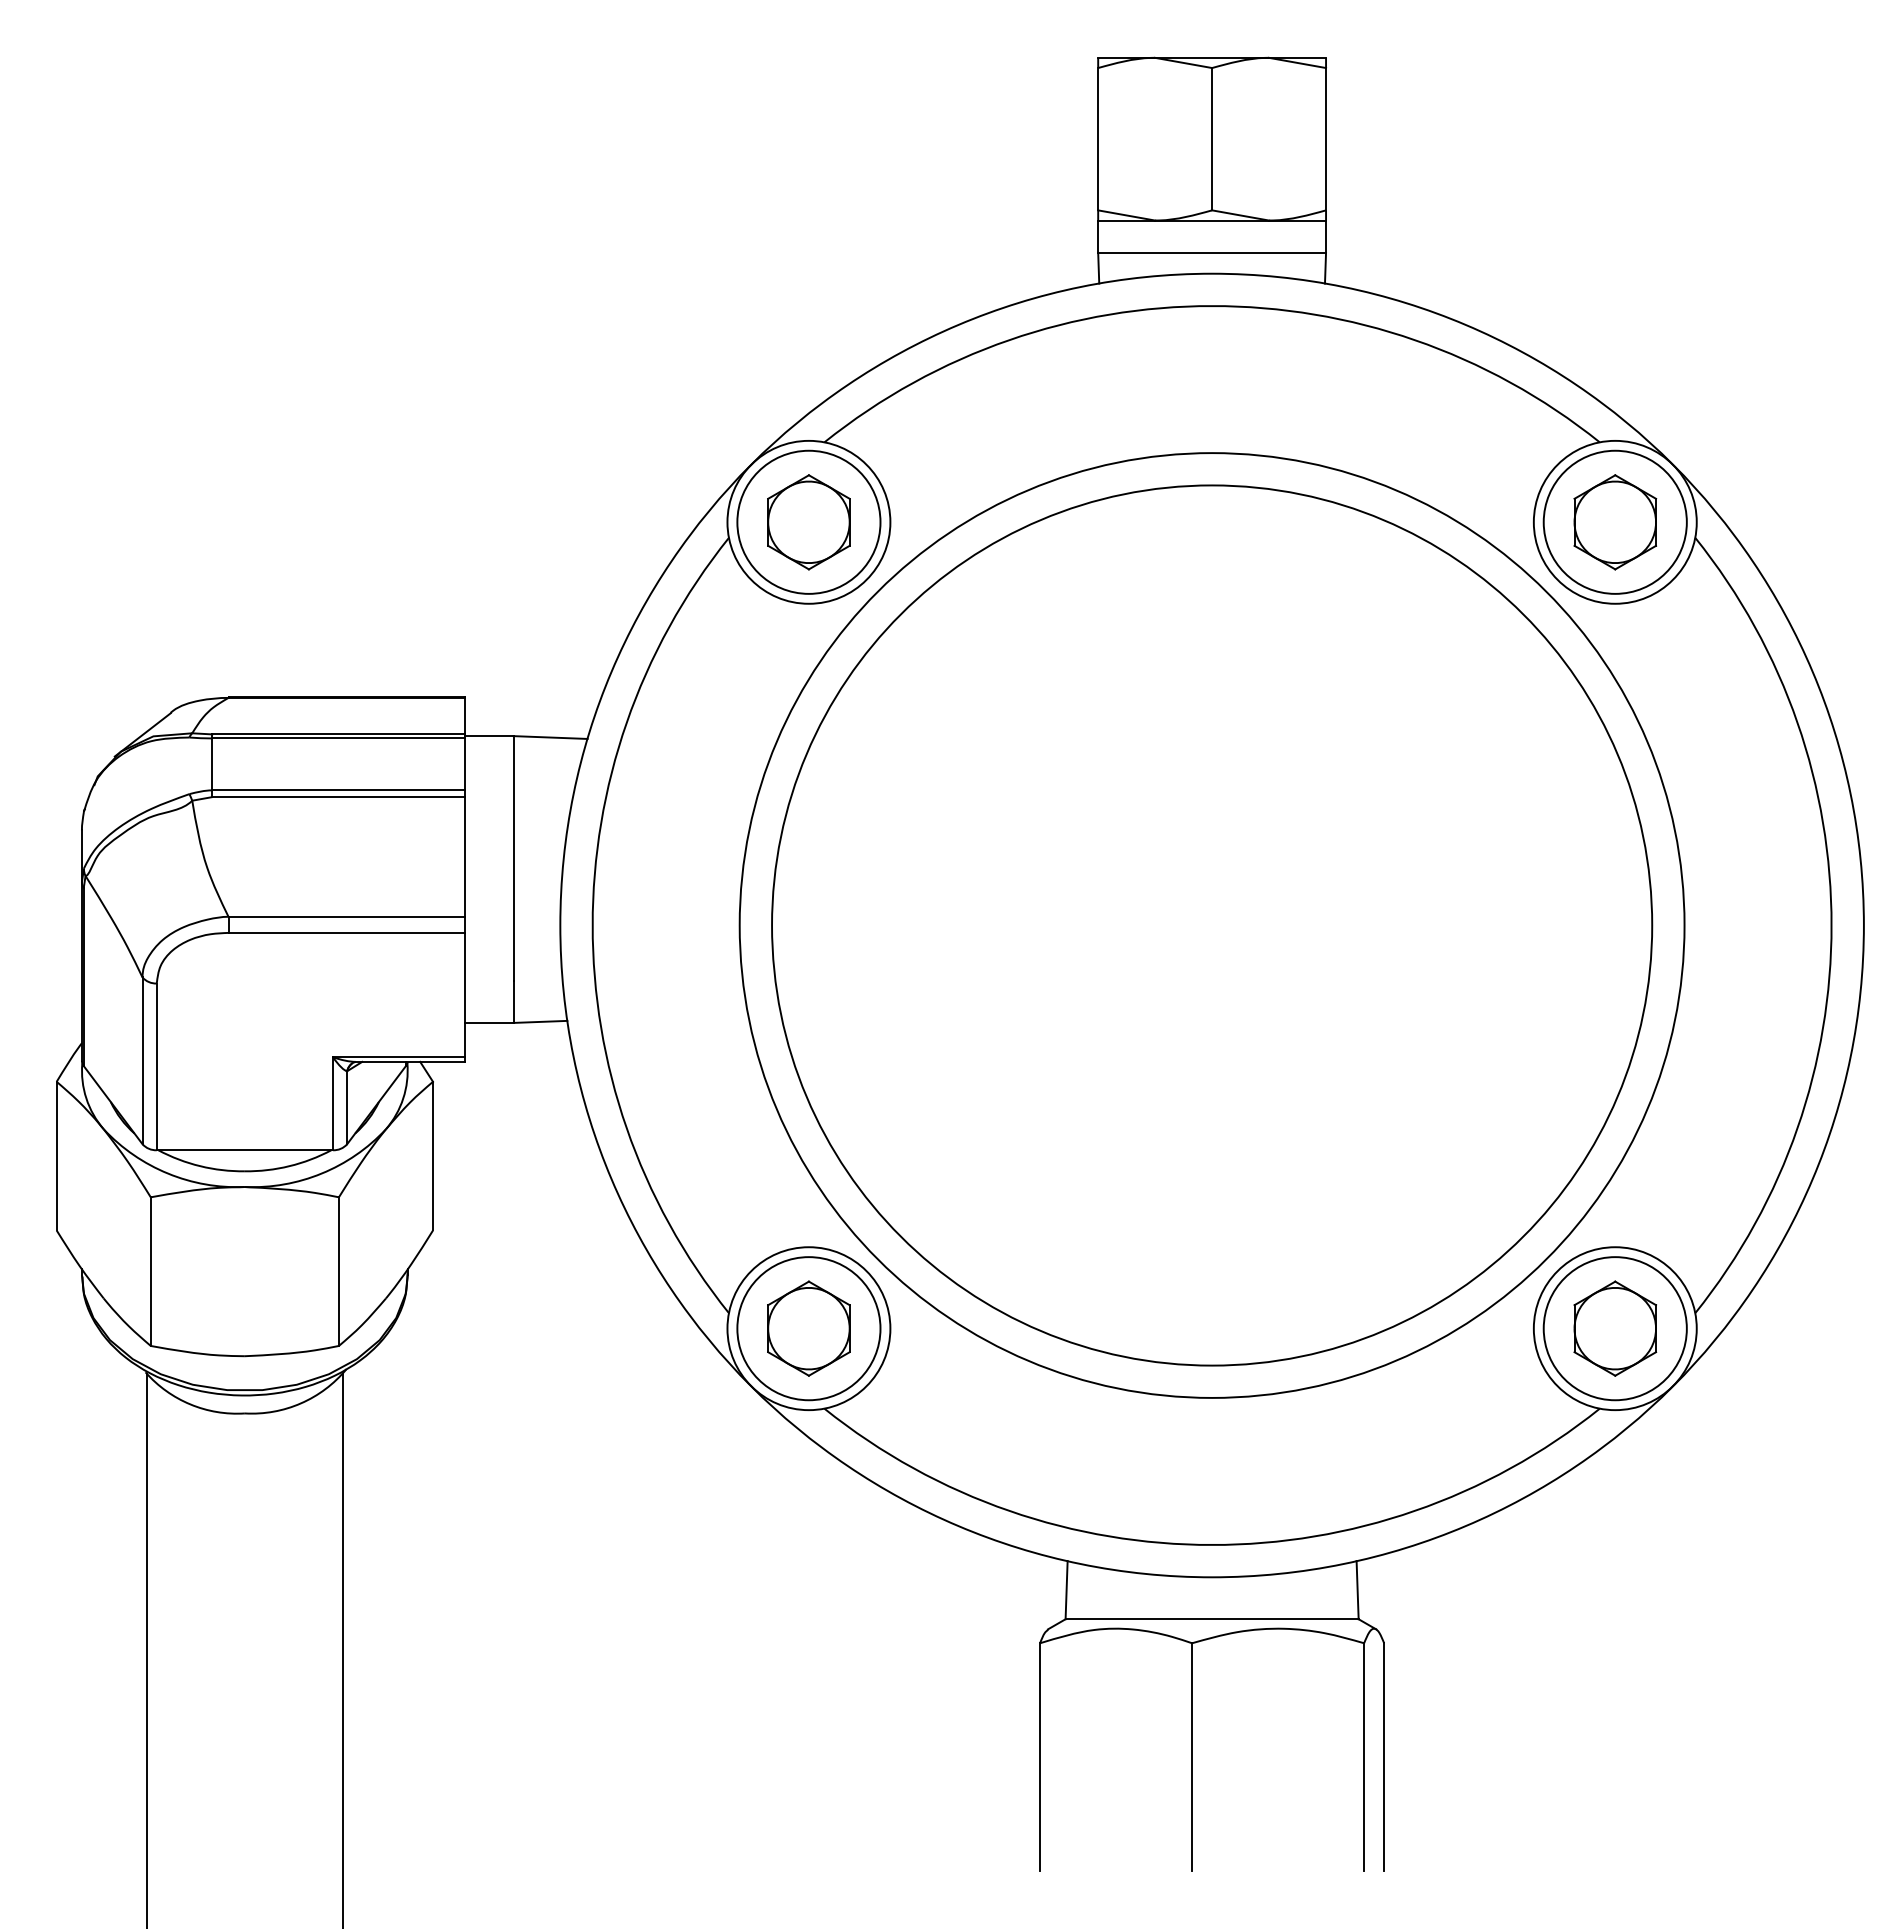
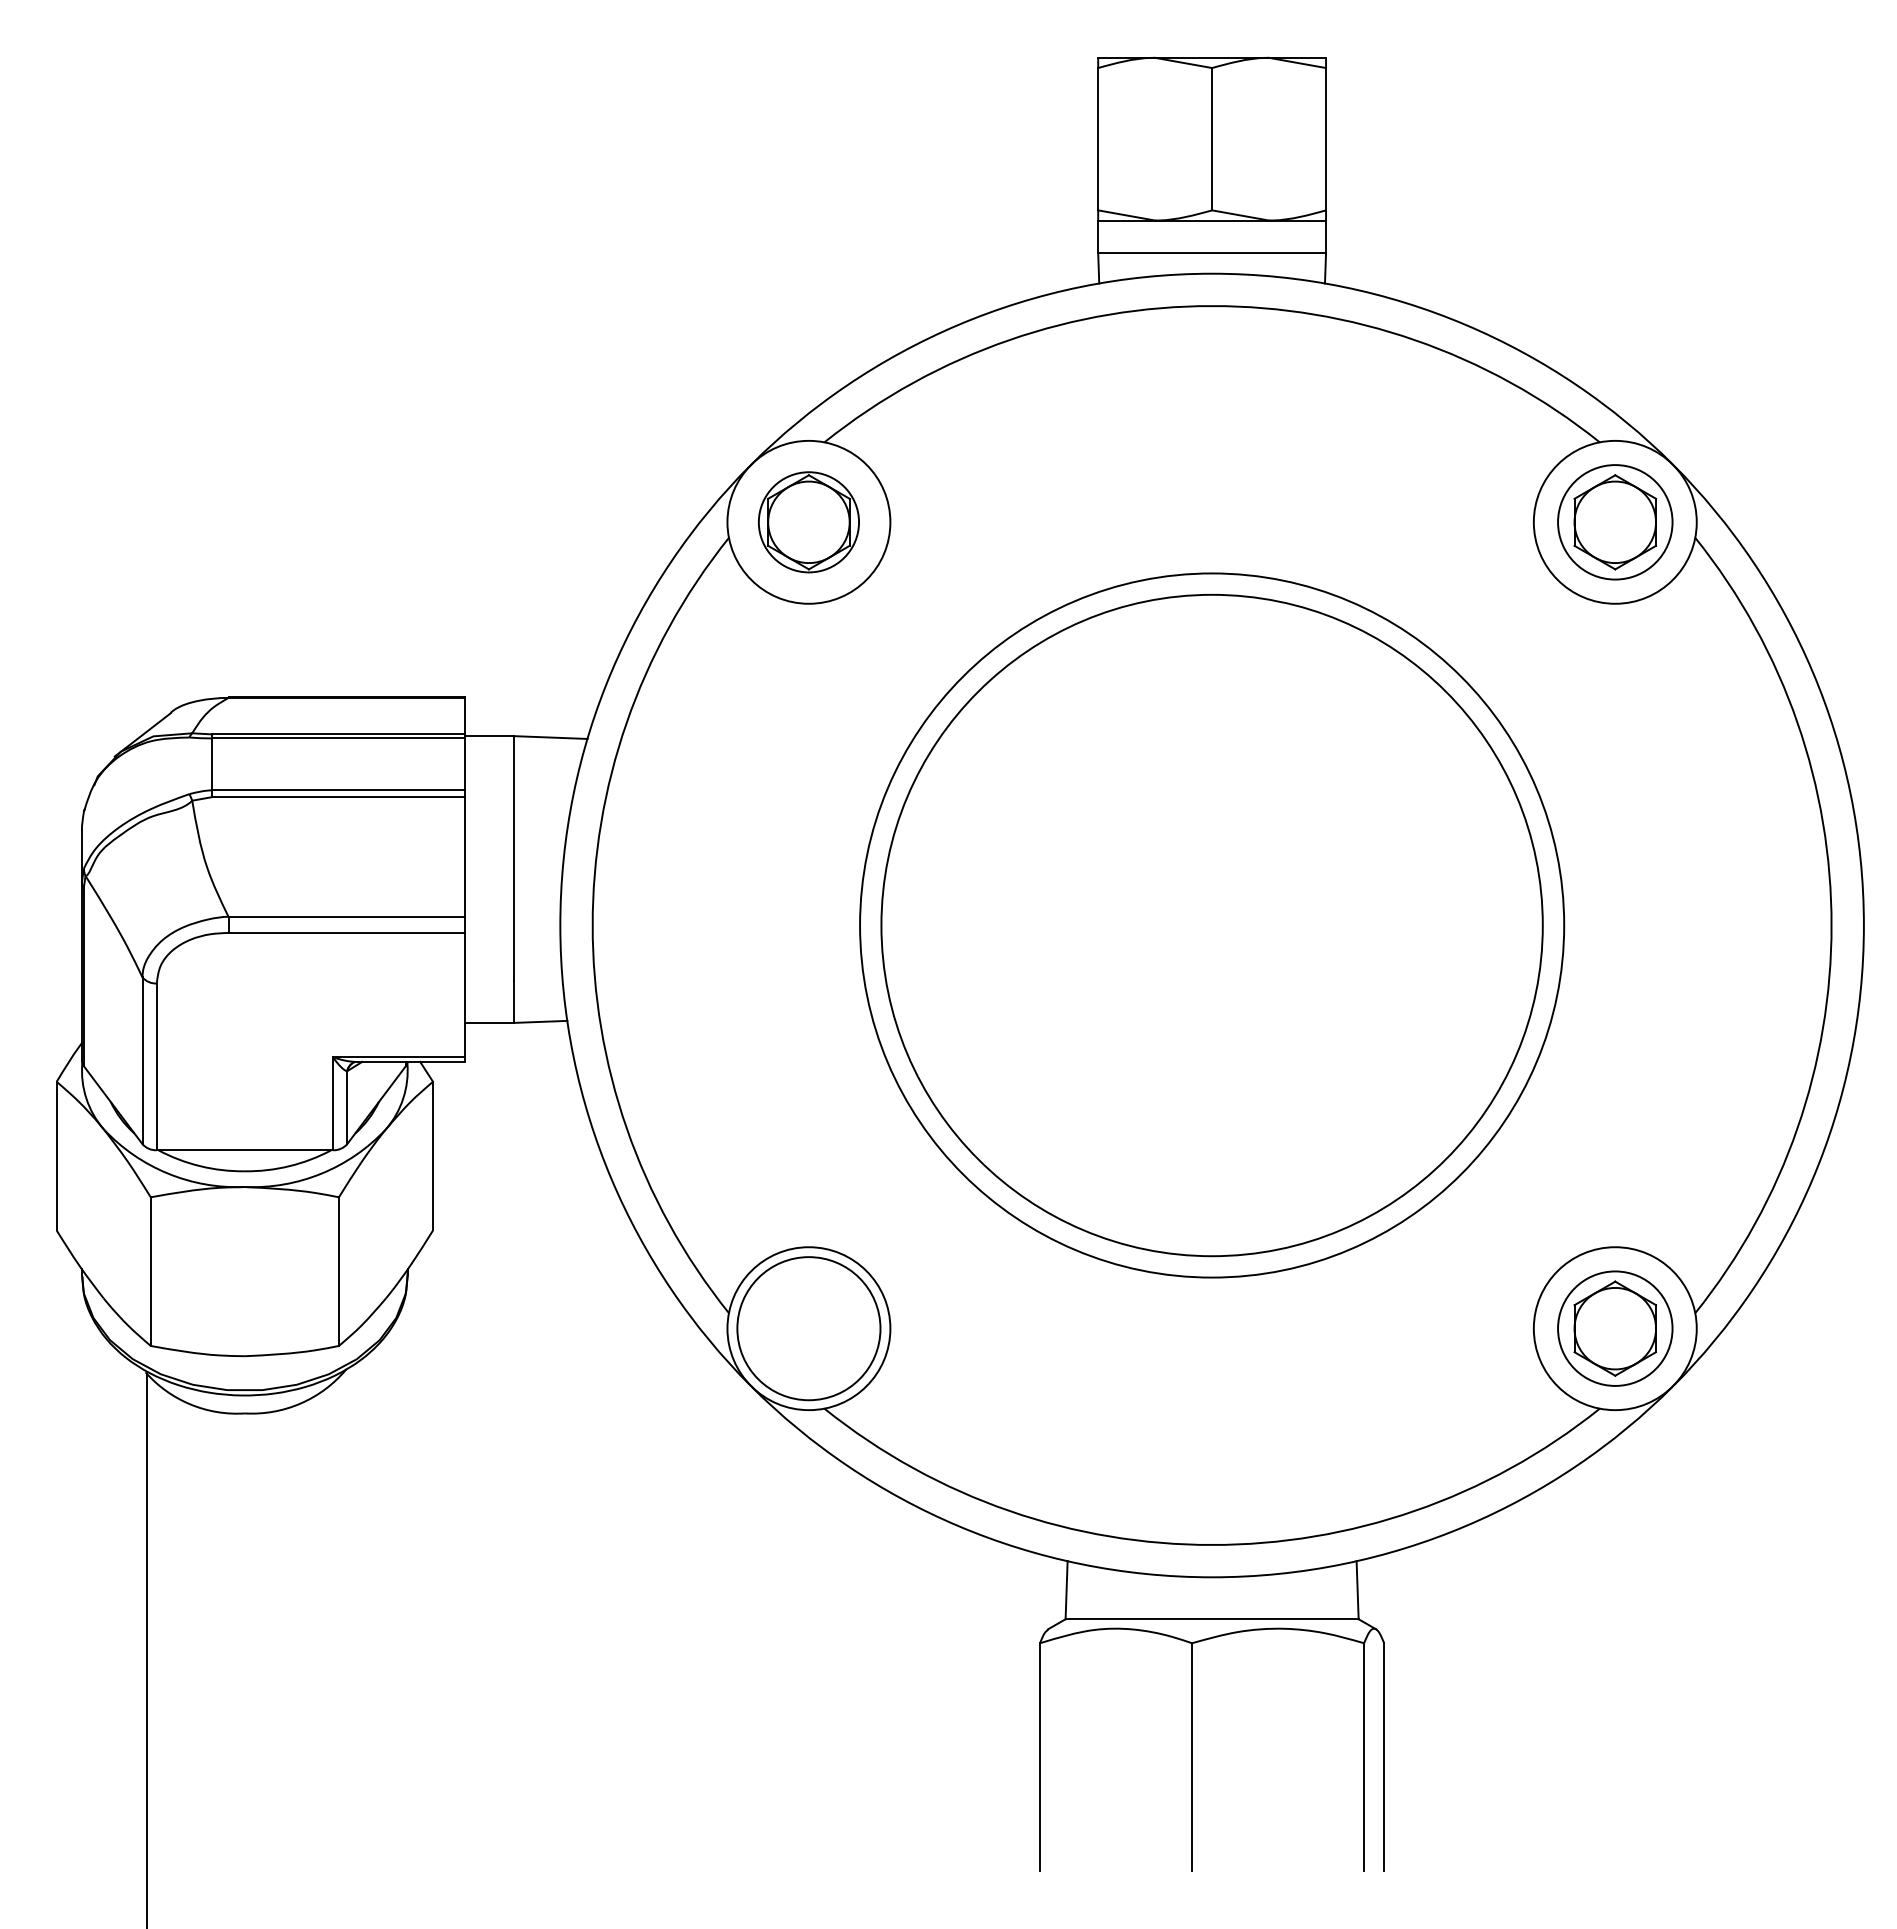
circle at (808, 521) diameter: 143 px -> 100 px
circle at (1614, 521) diameter: 143 px -> 114 px
circle at (1211, 925) diameter: 945 px -> 661 px
circle at (1212, 925) diameter: 880 px -> 704 px
part at (808, 1328): present -> none
circle at (1614, 1328) diameter: 143 px -> 114 px
line at (342, 1649): present -> none
